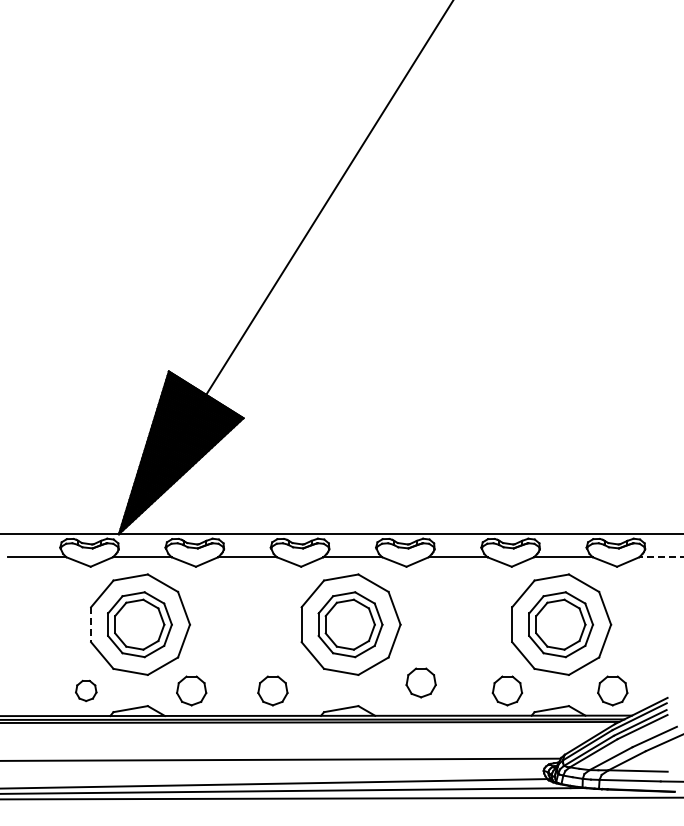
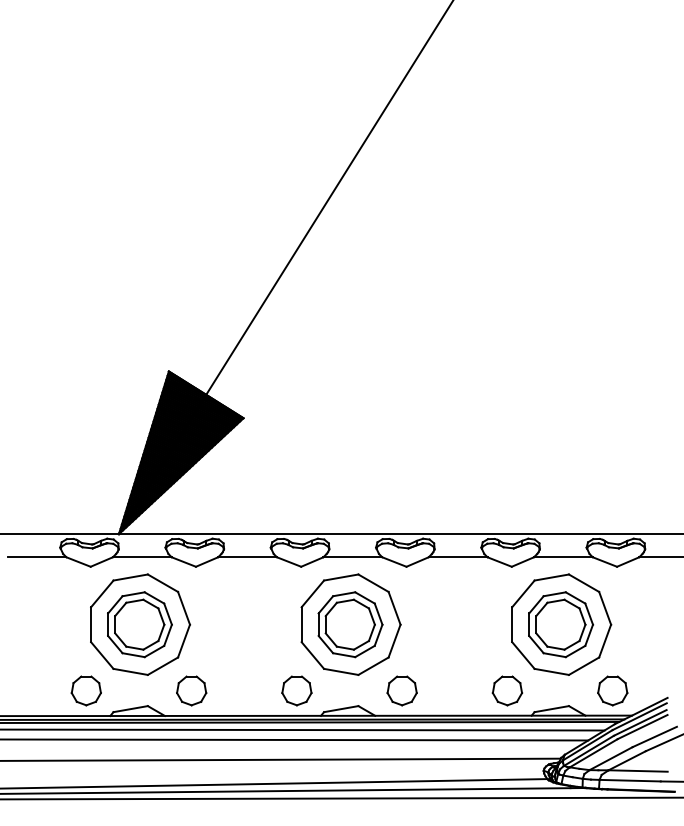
line at (661, 557): dashed -> solid
line at (91, 625): dashed -> solid
part at (420, 682) position: (420, 682) -> (401, 690)
part at (86, 690) size: 23x24 px -> 32x32 px
part at (272, 690) position: (272, 690) -> (296, 690)
line at (303, 729): none -> present
line at (295, 739): none -> present
